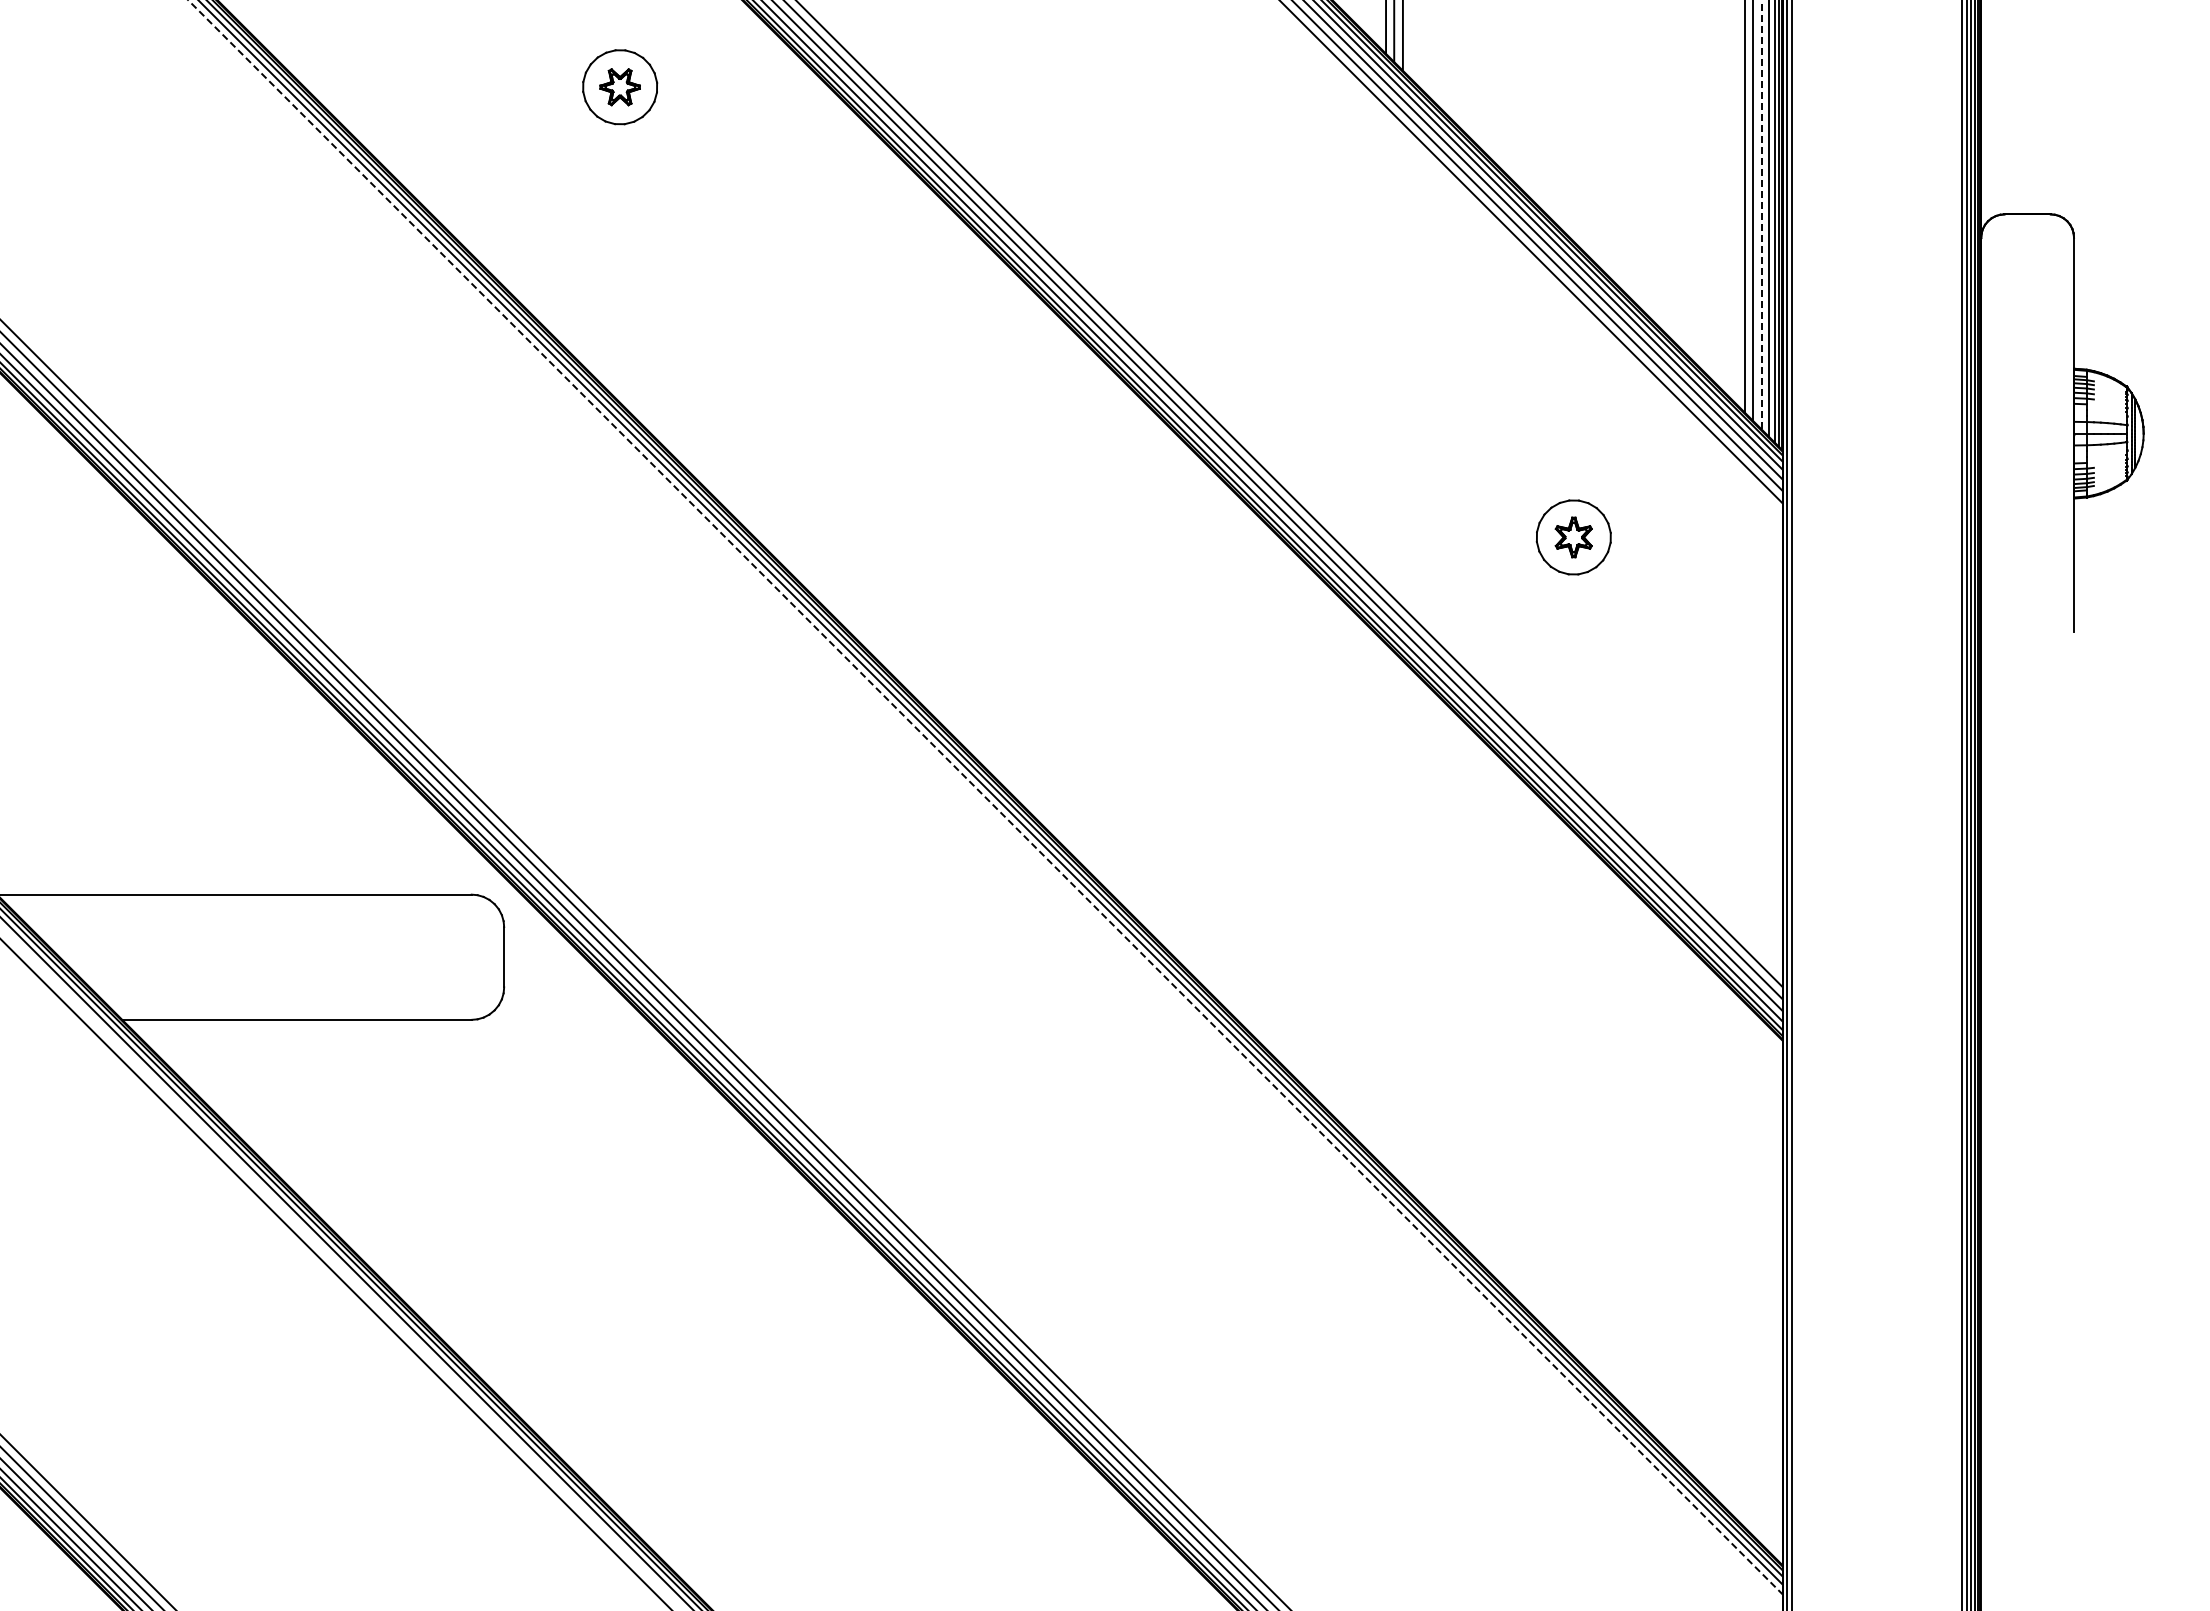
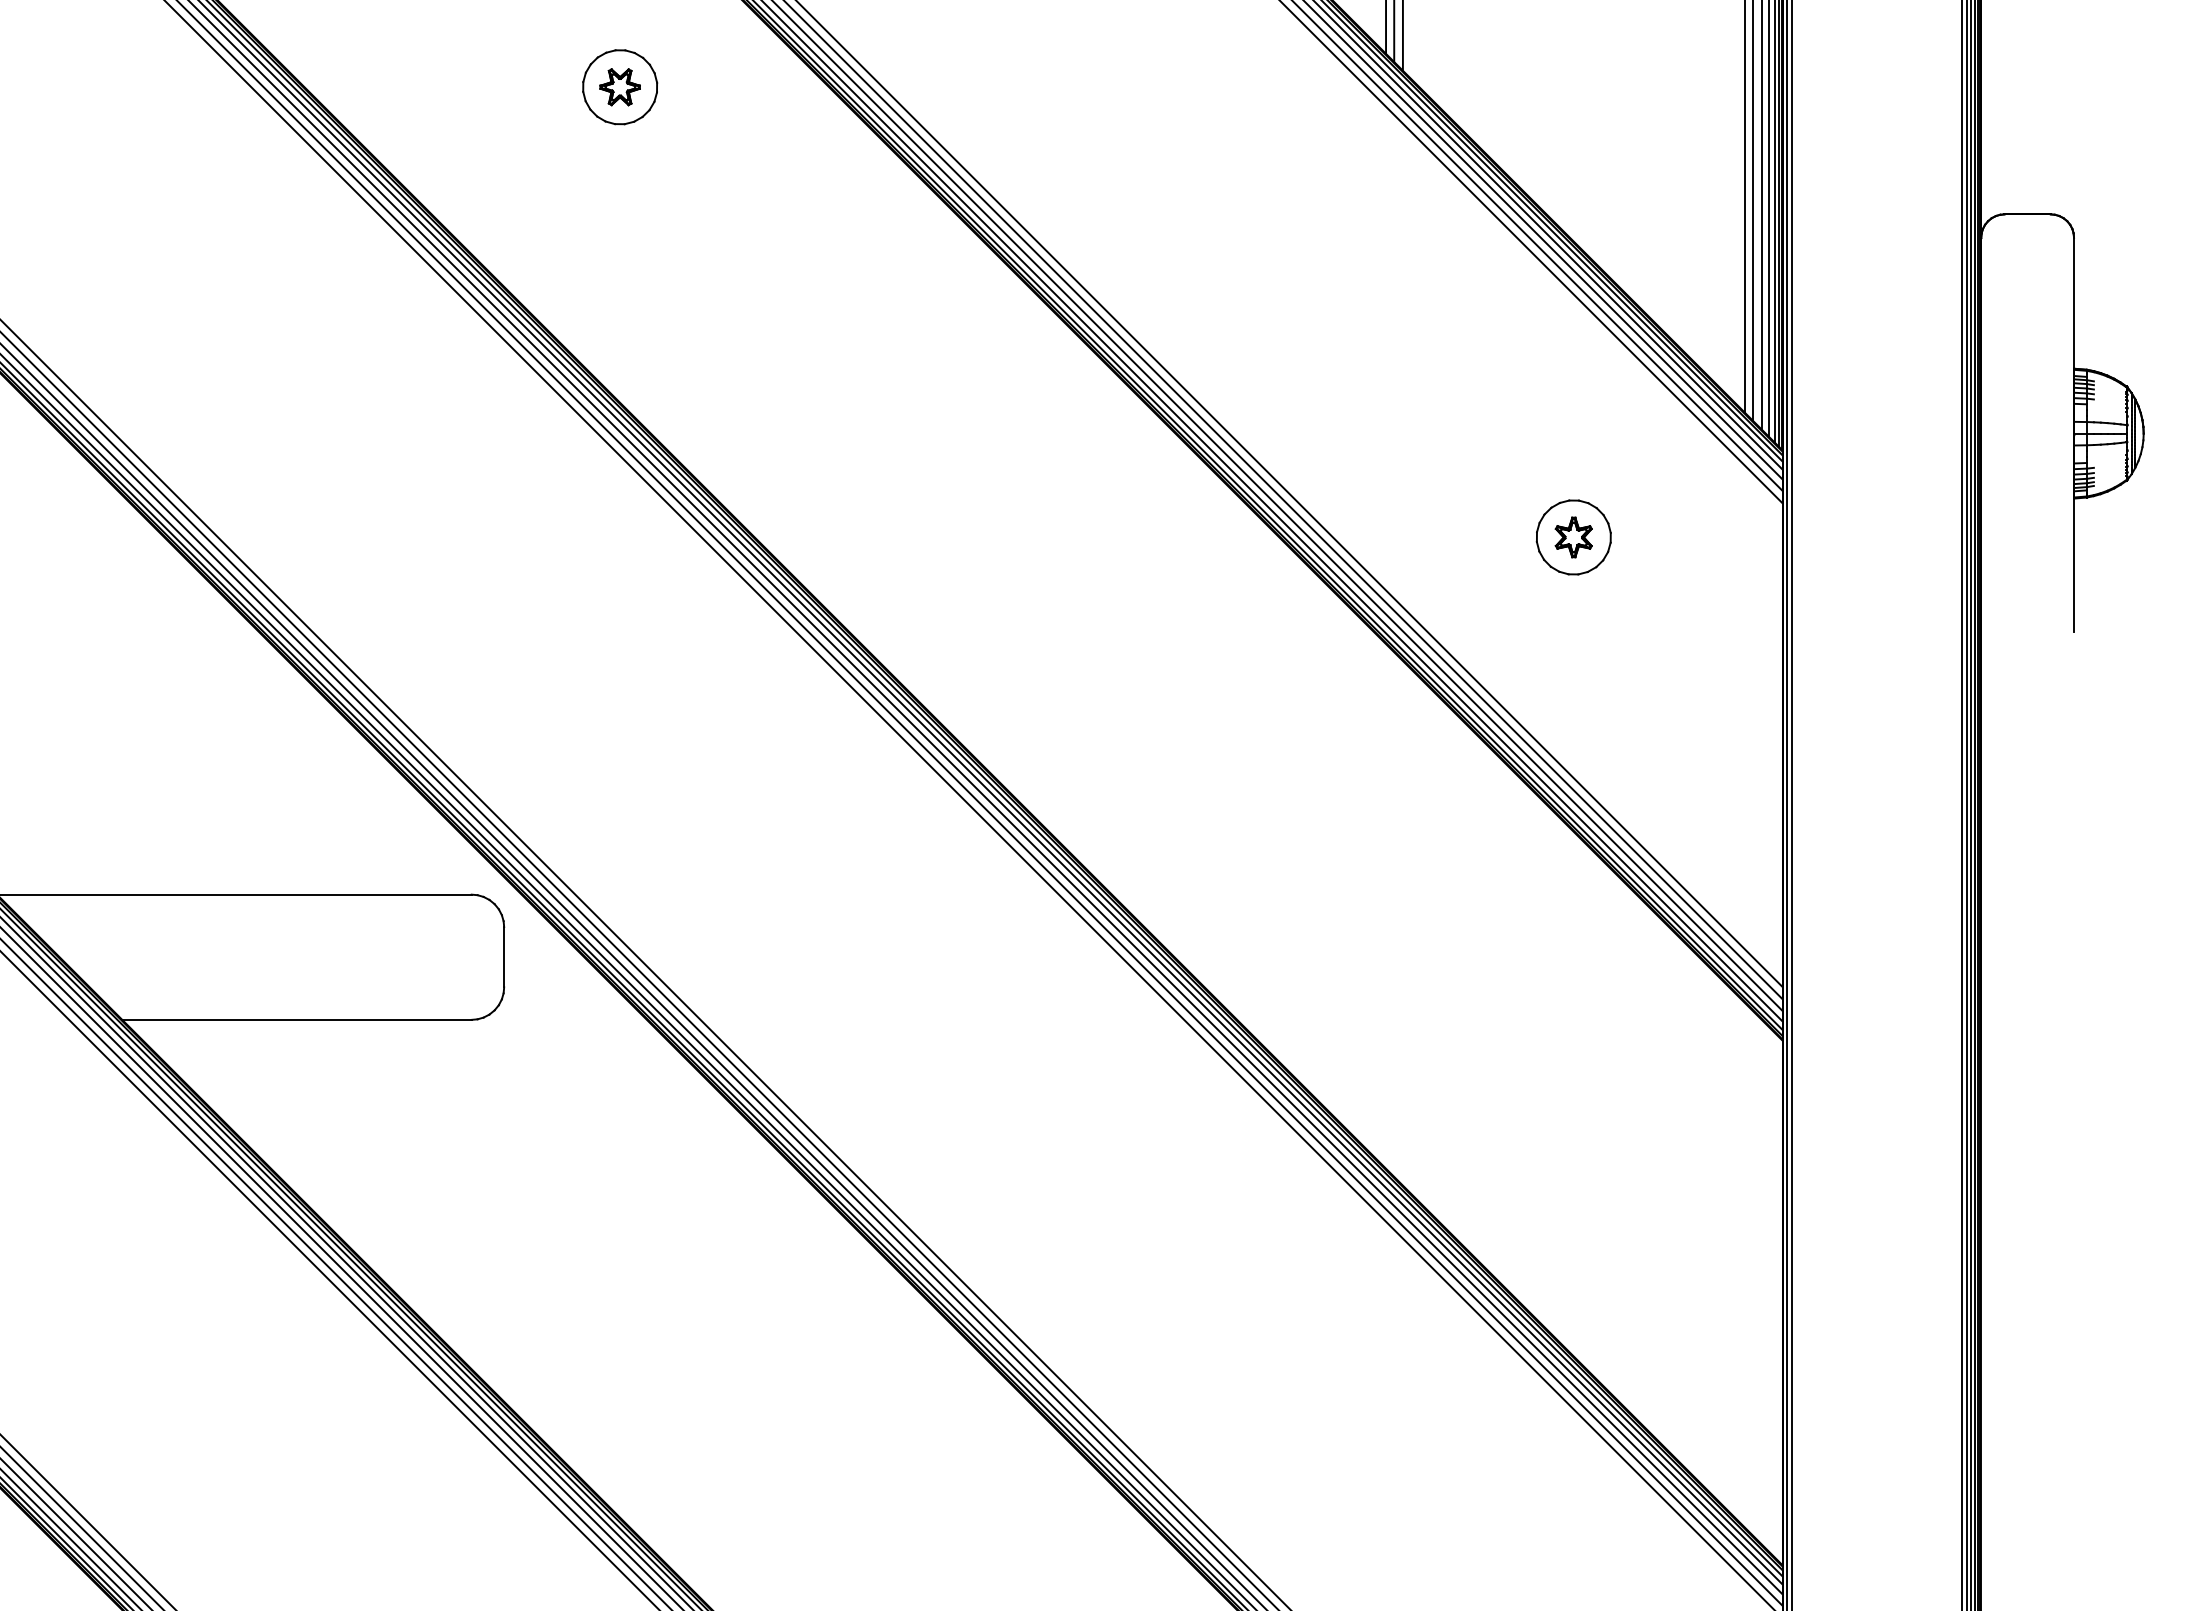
line at (1761, 214): dashed -> solid
line at (985, 797): dashed -> solid
line at (980, 803): none -> present
line at (969, 804): none -> present
line at (341, 1267): none -> present
line at (329, 1280): none -> present
